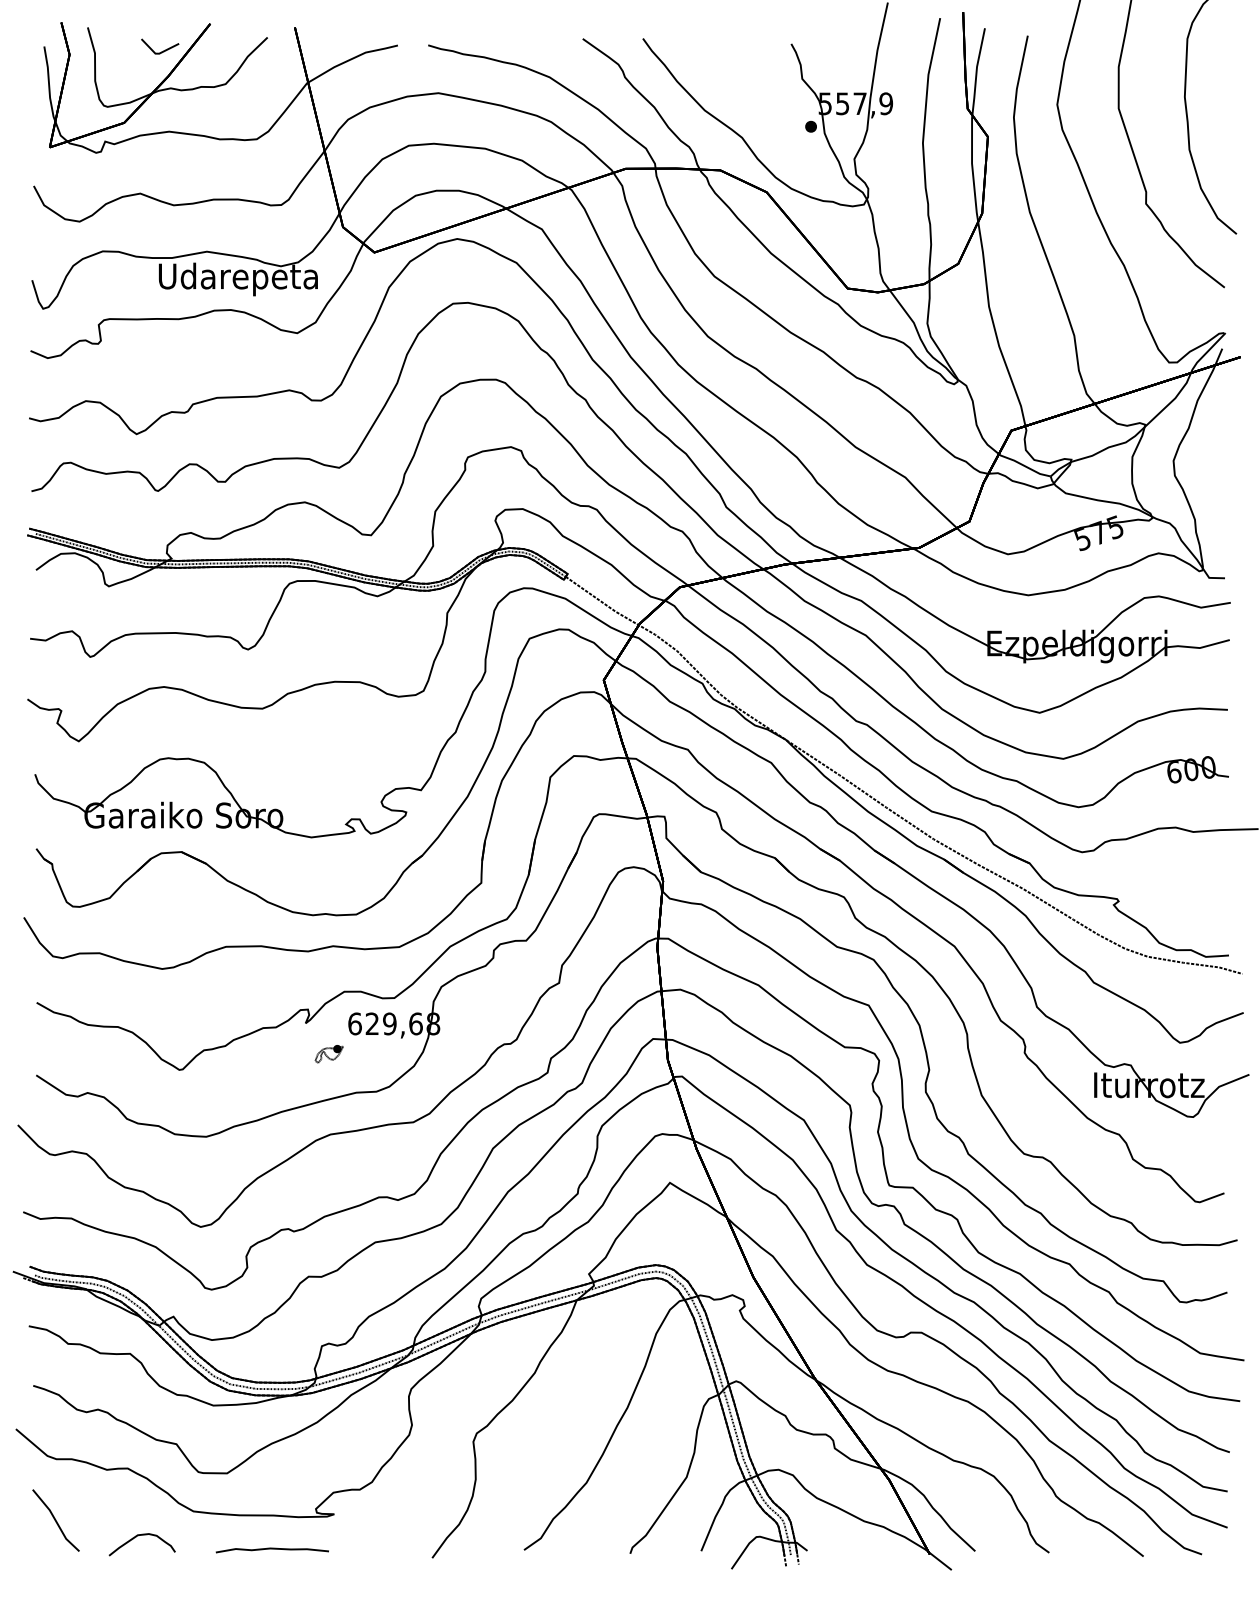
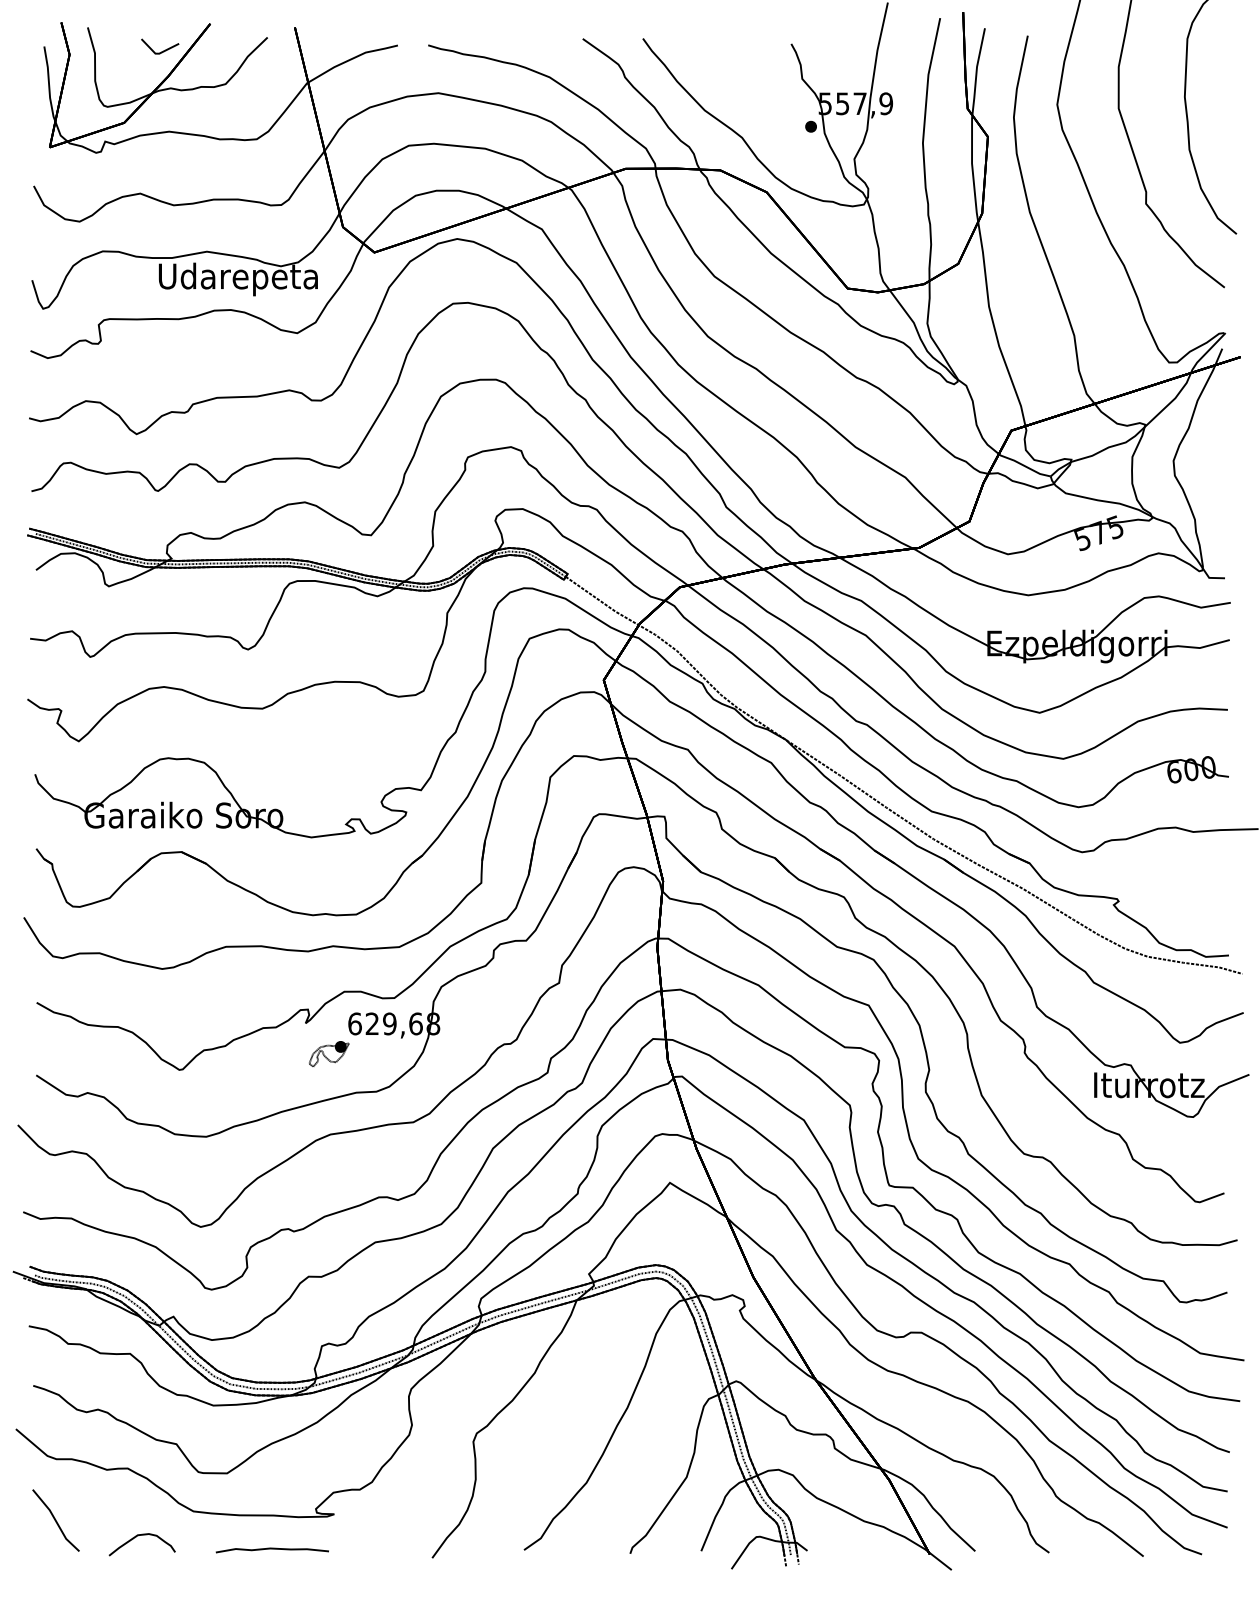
part at (328, 1054) size: 30x19 px -> 41x26 px
